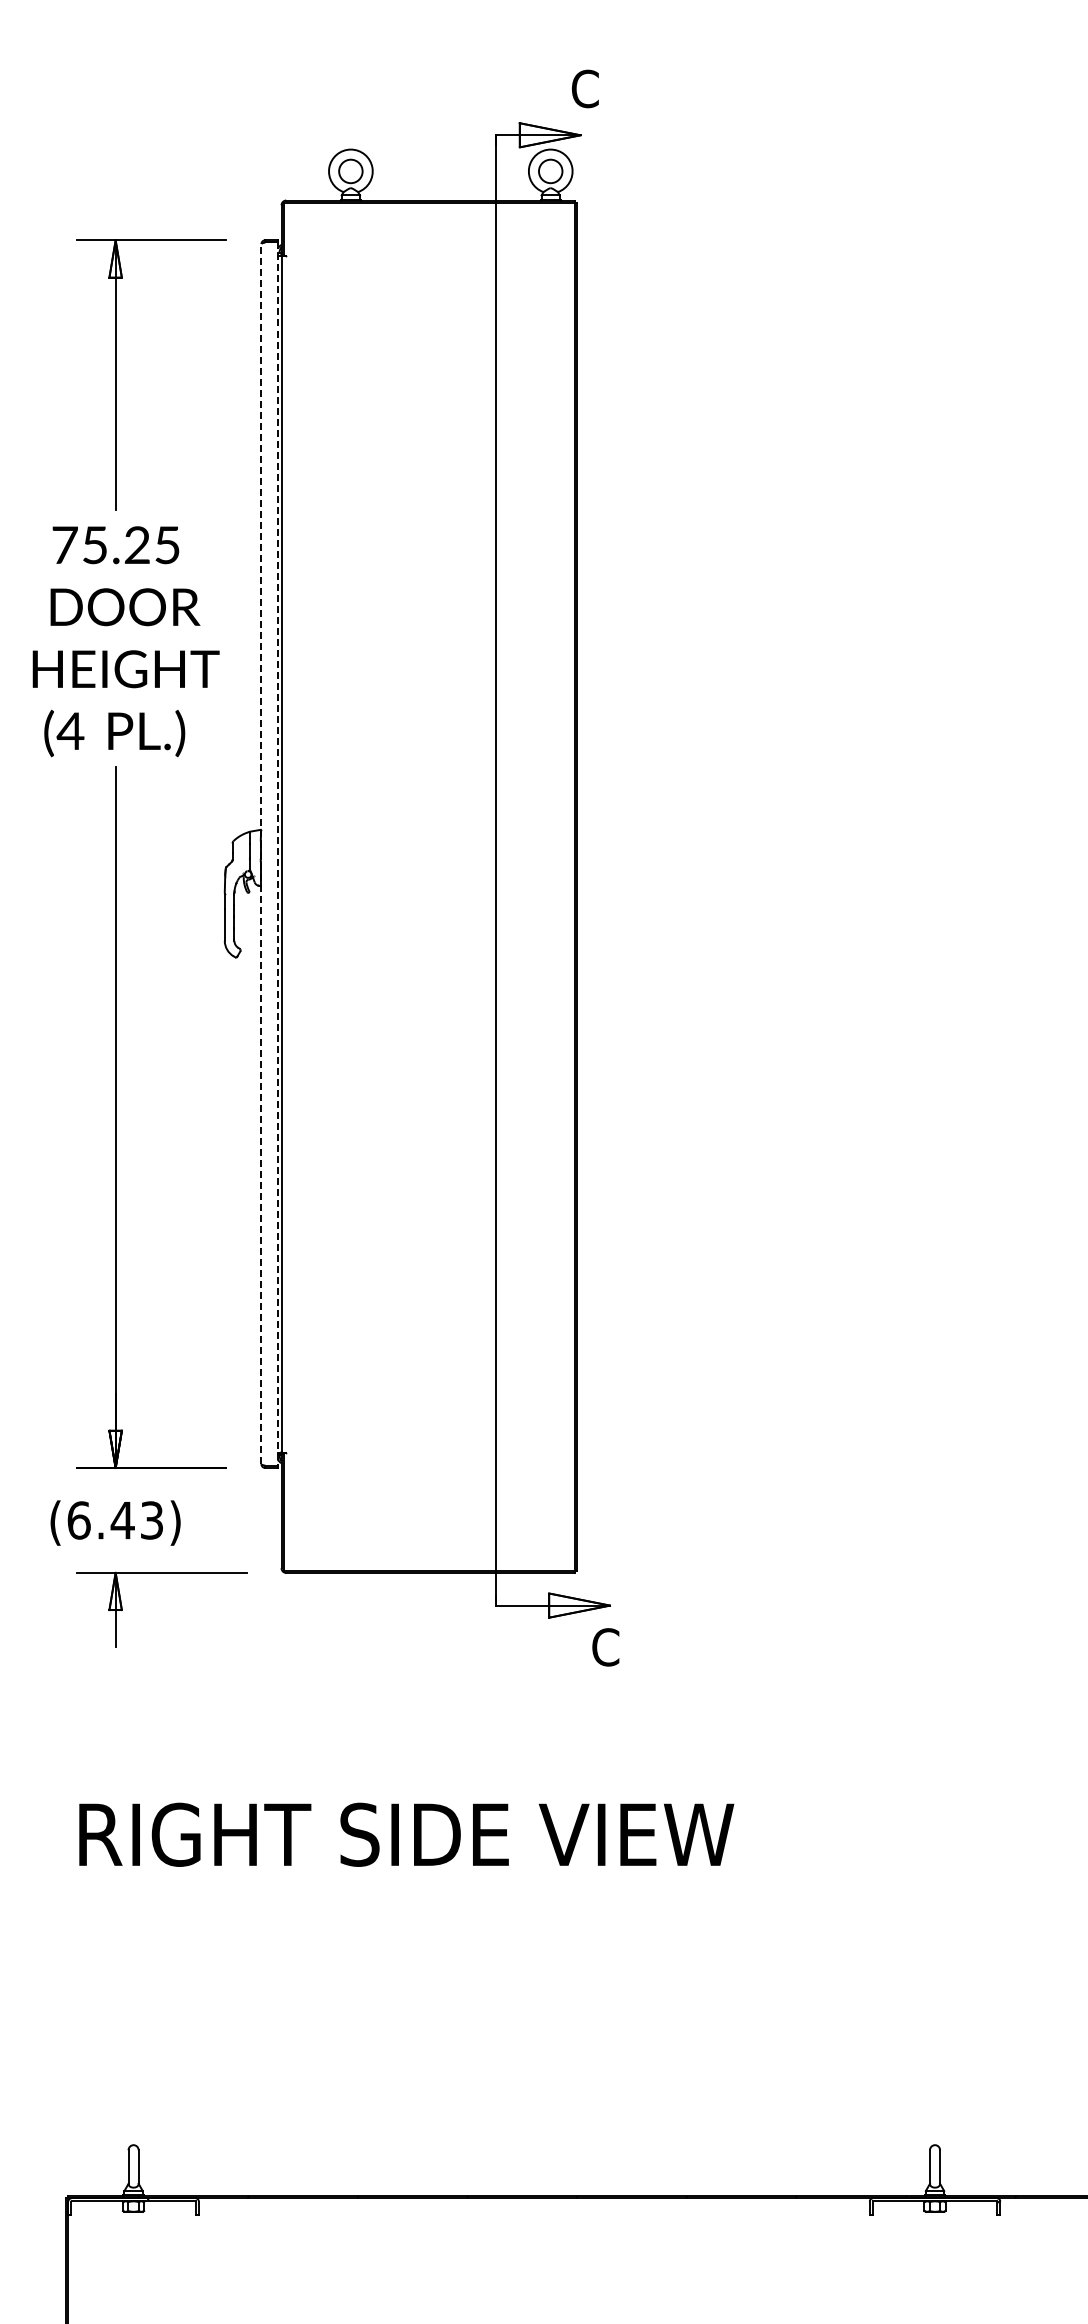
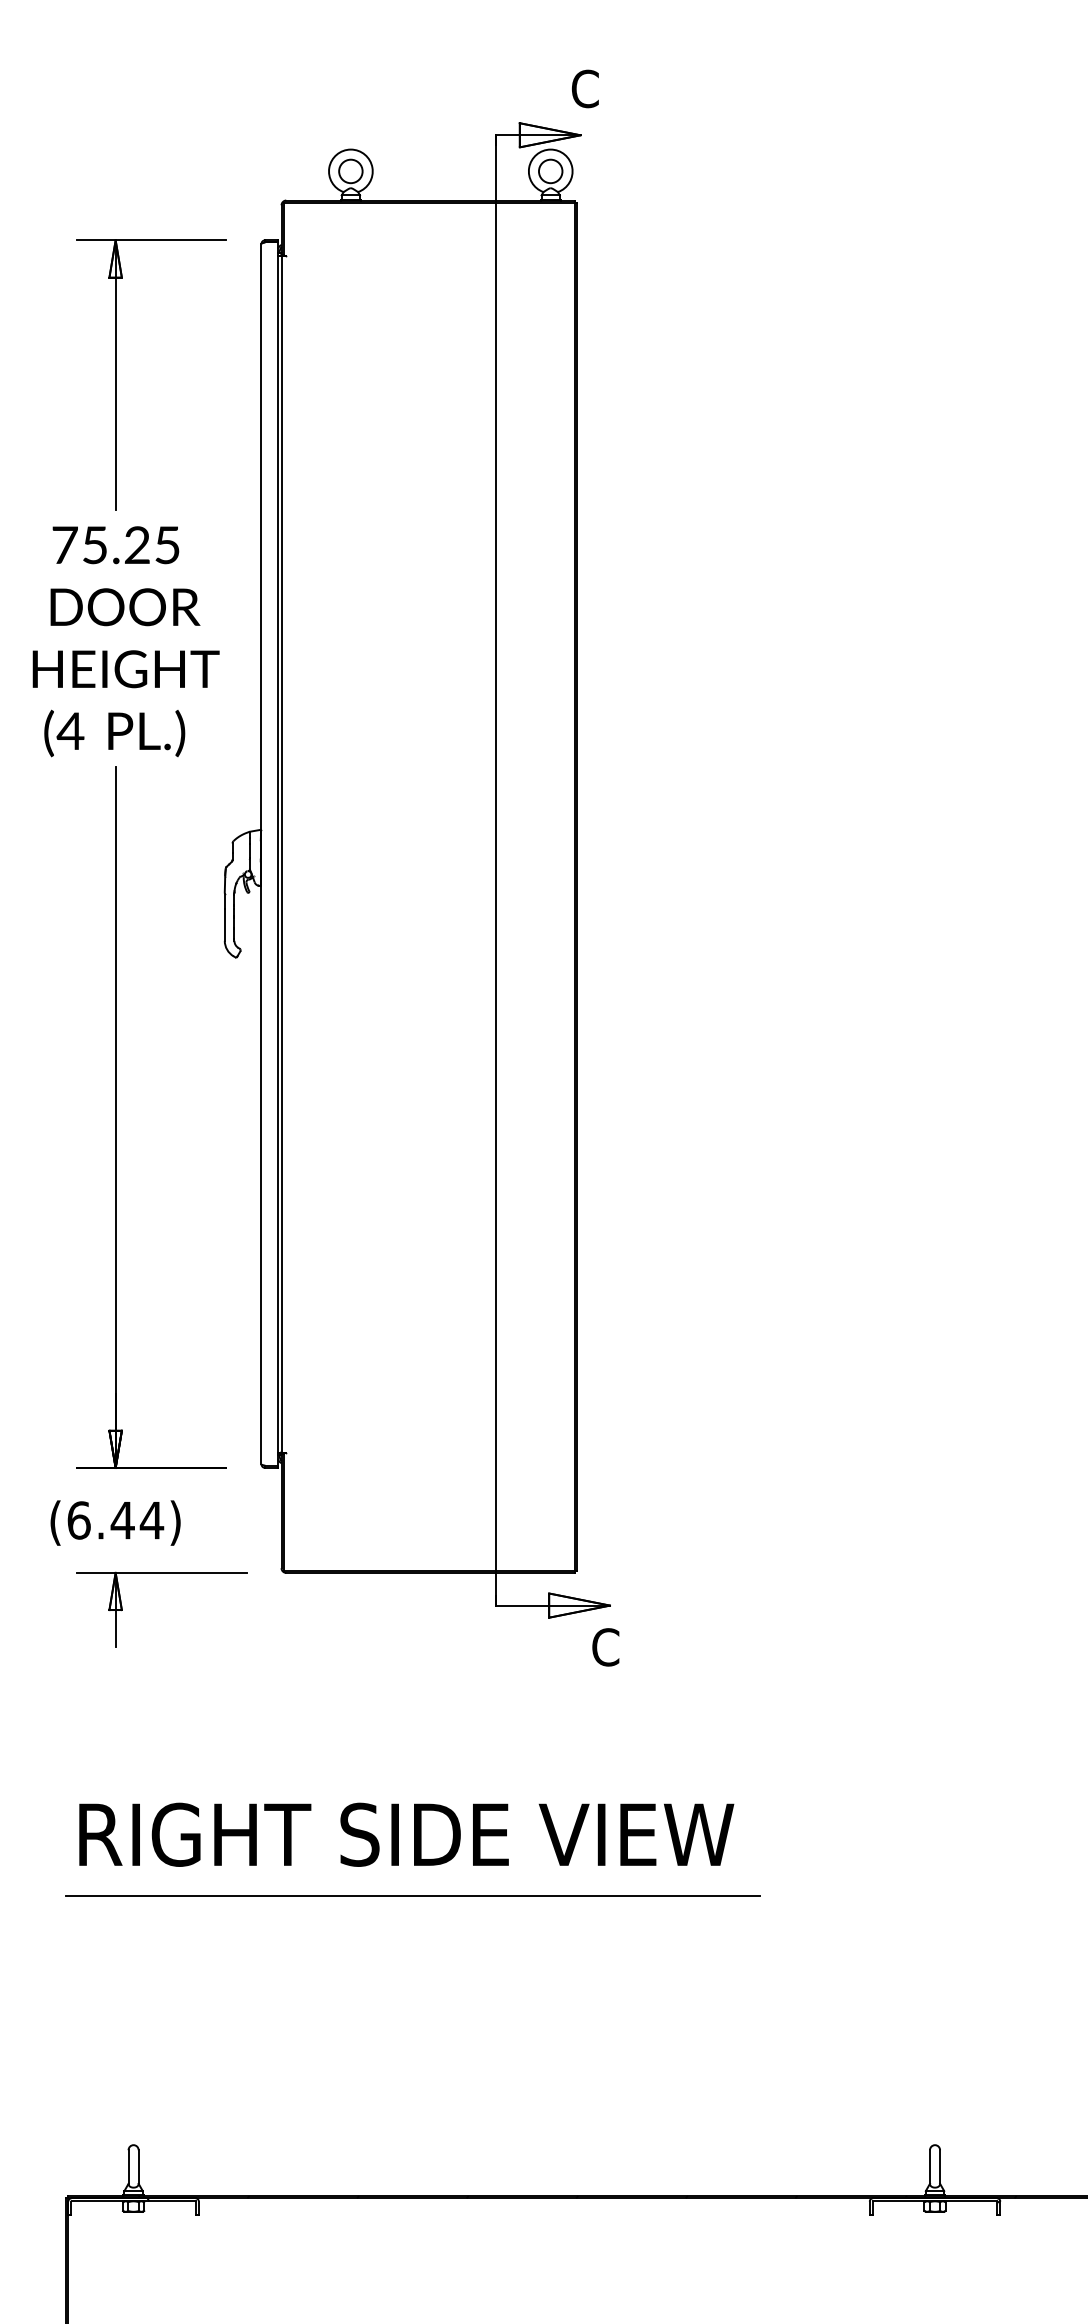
line at (261, 853): dashed -> solid
line at (277, 854): dashed -> solid
text at (151, 1520): (6.43) -> (6.44)
line at (412, 1896): none -> present
